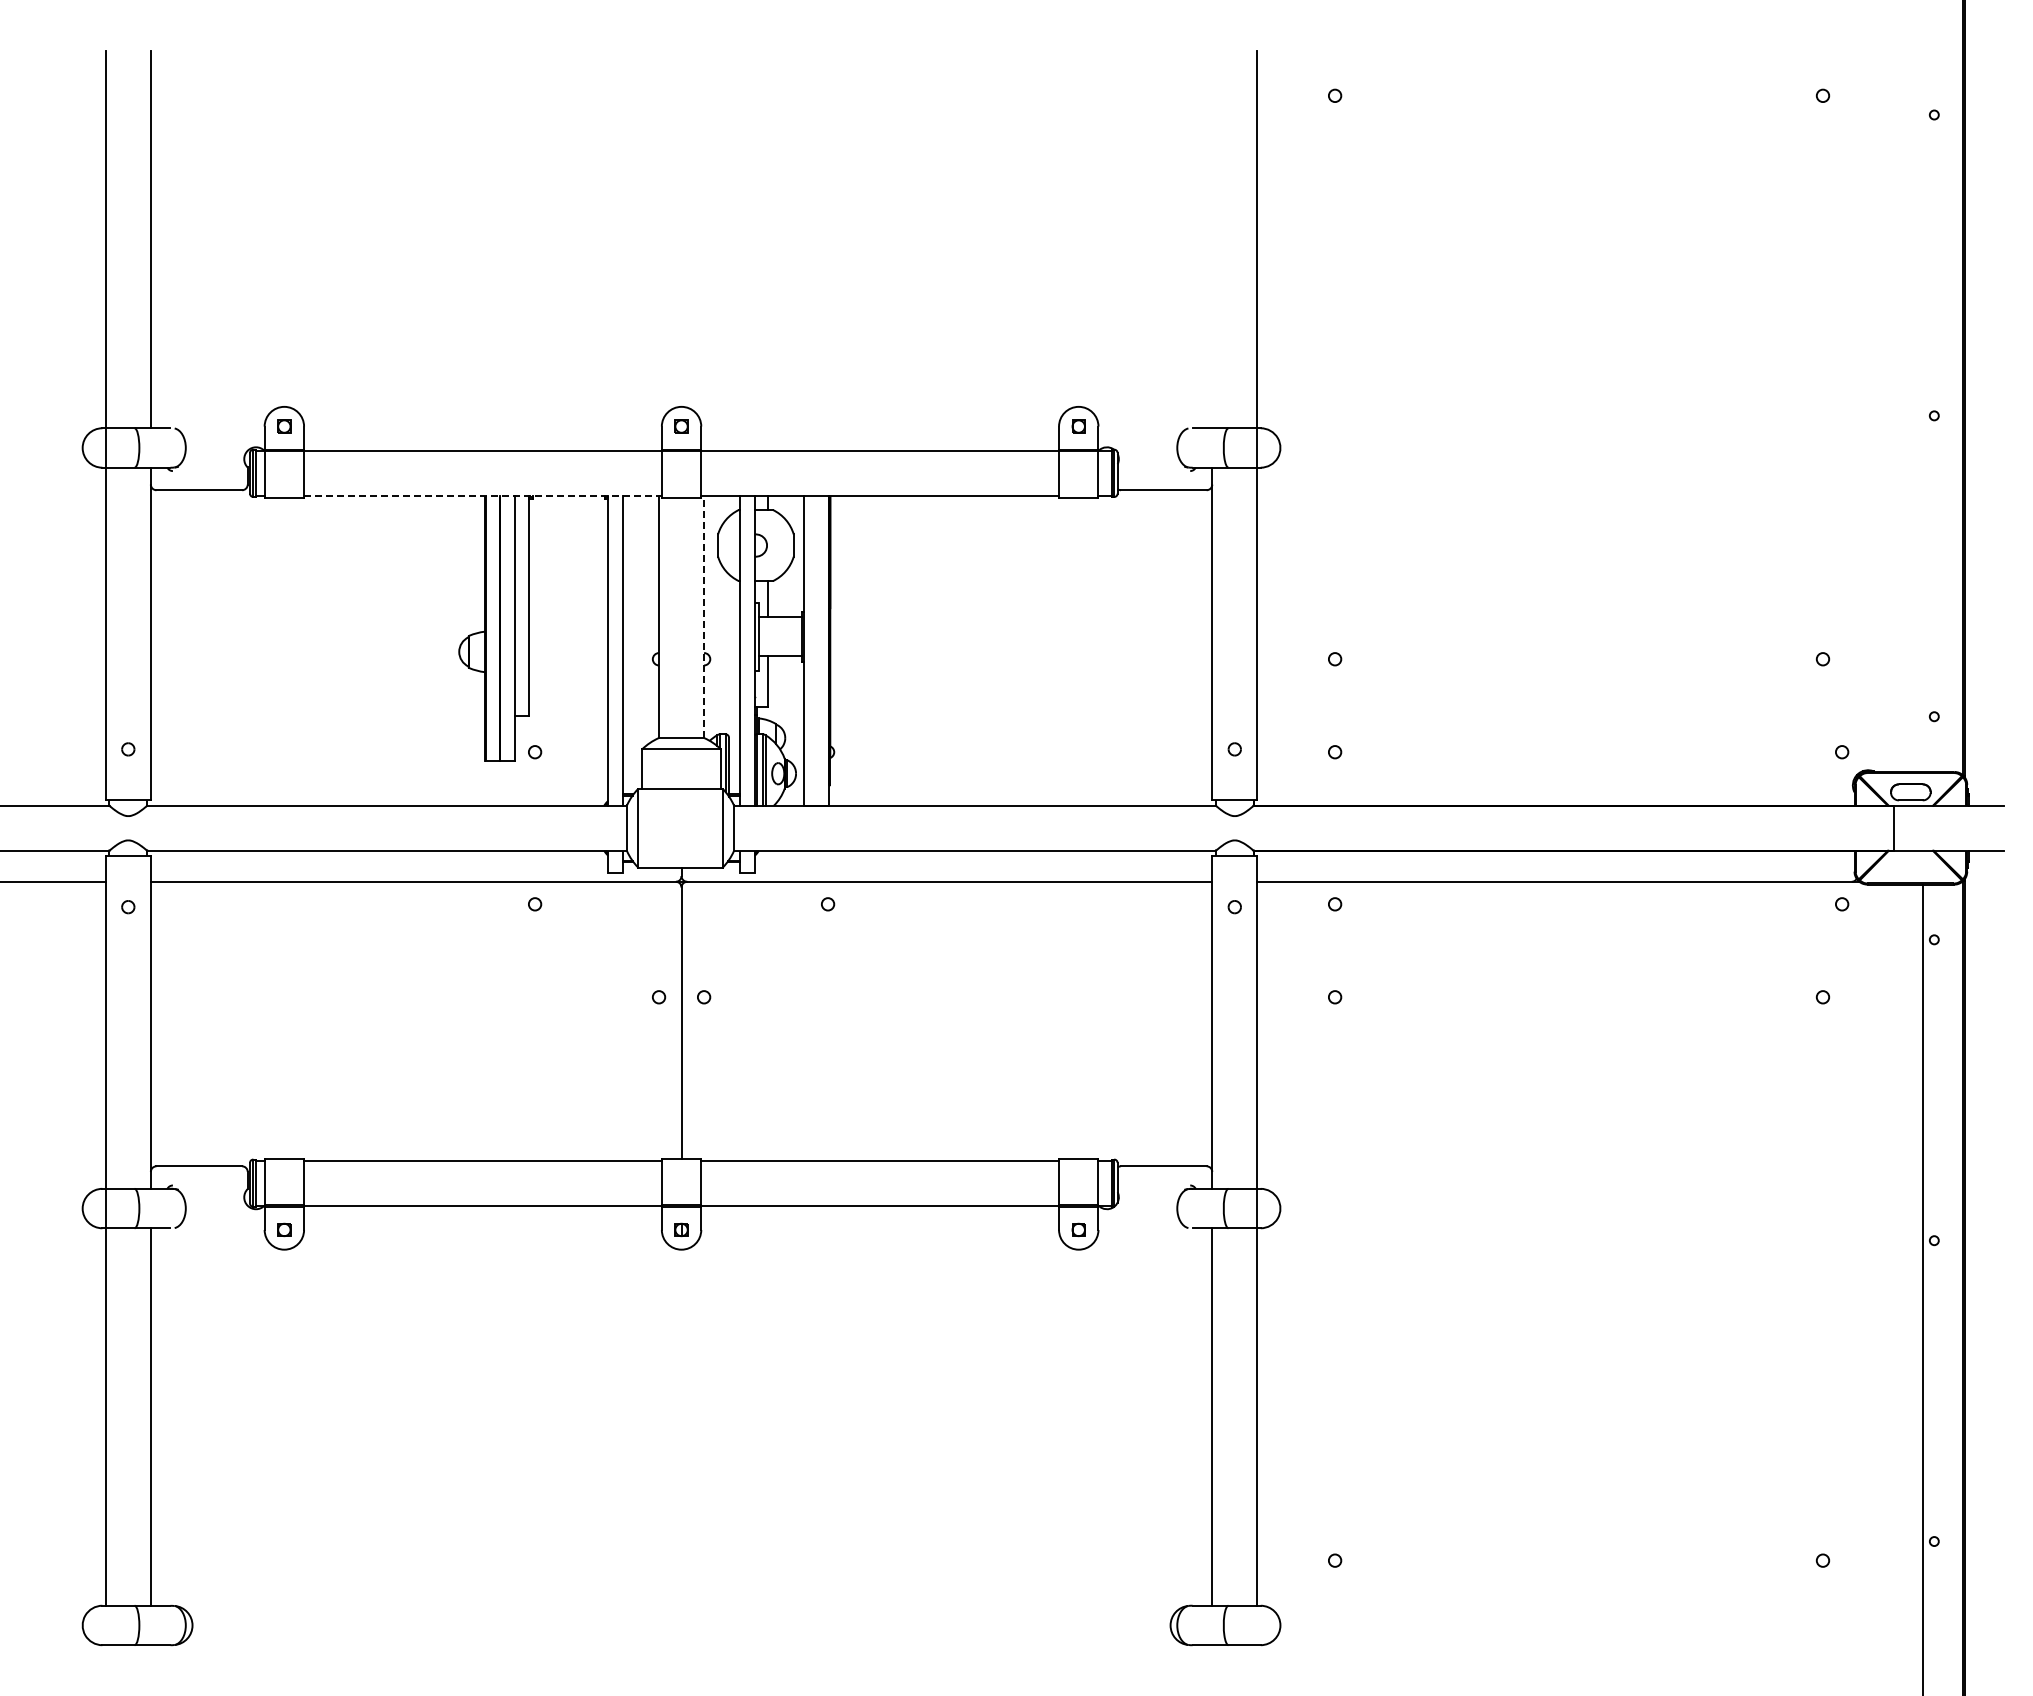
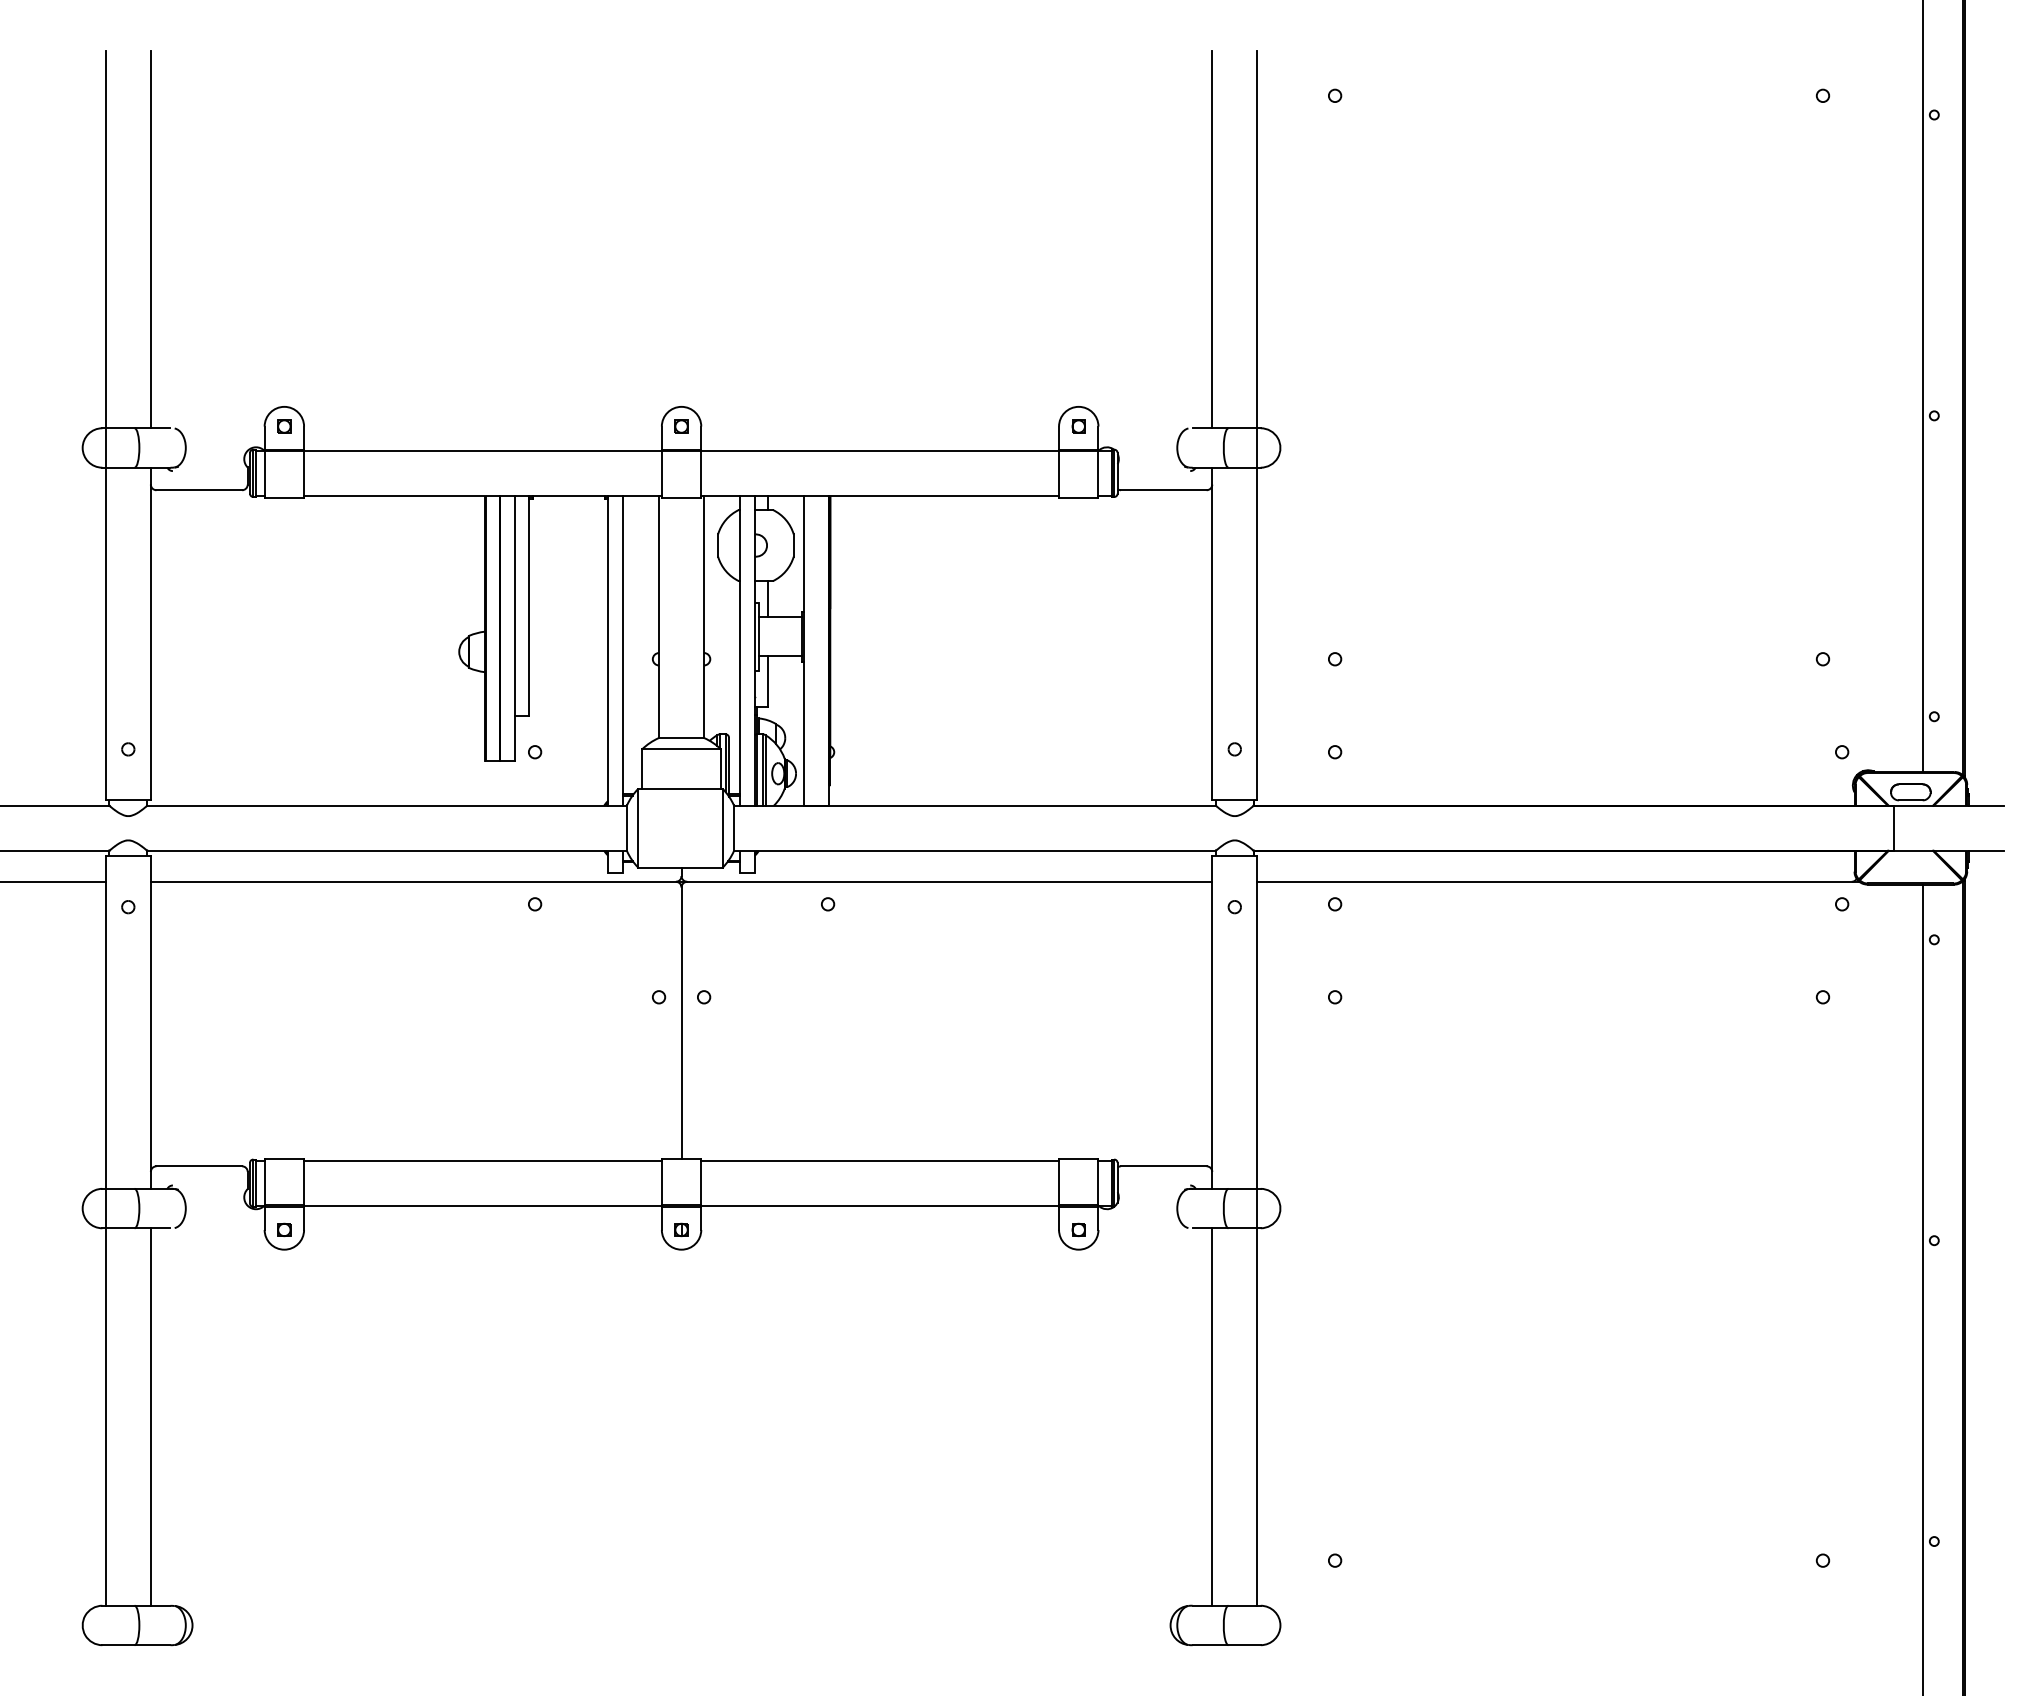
line at (1212, 239): none -> present
line at (1923, 386): none -> present
line at (482, 495): dashed -> solid
line at (704, 616): dashed -> solid
